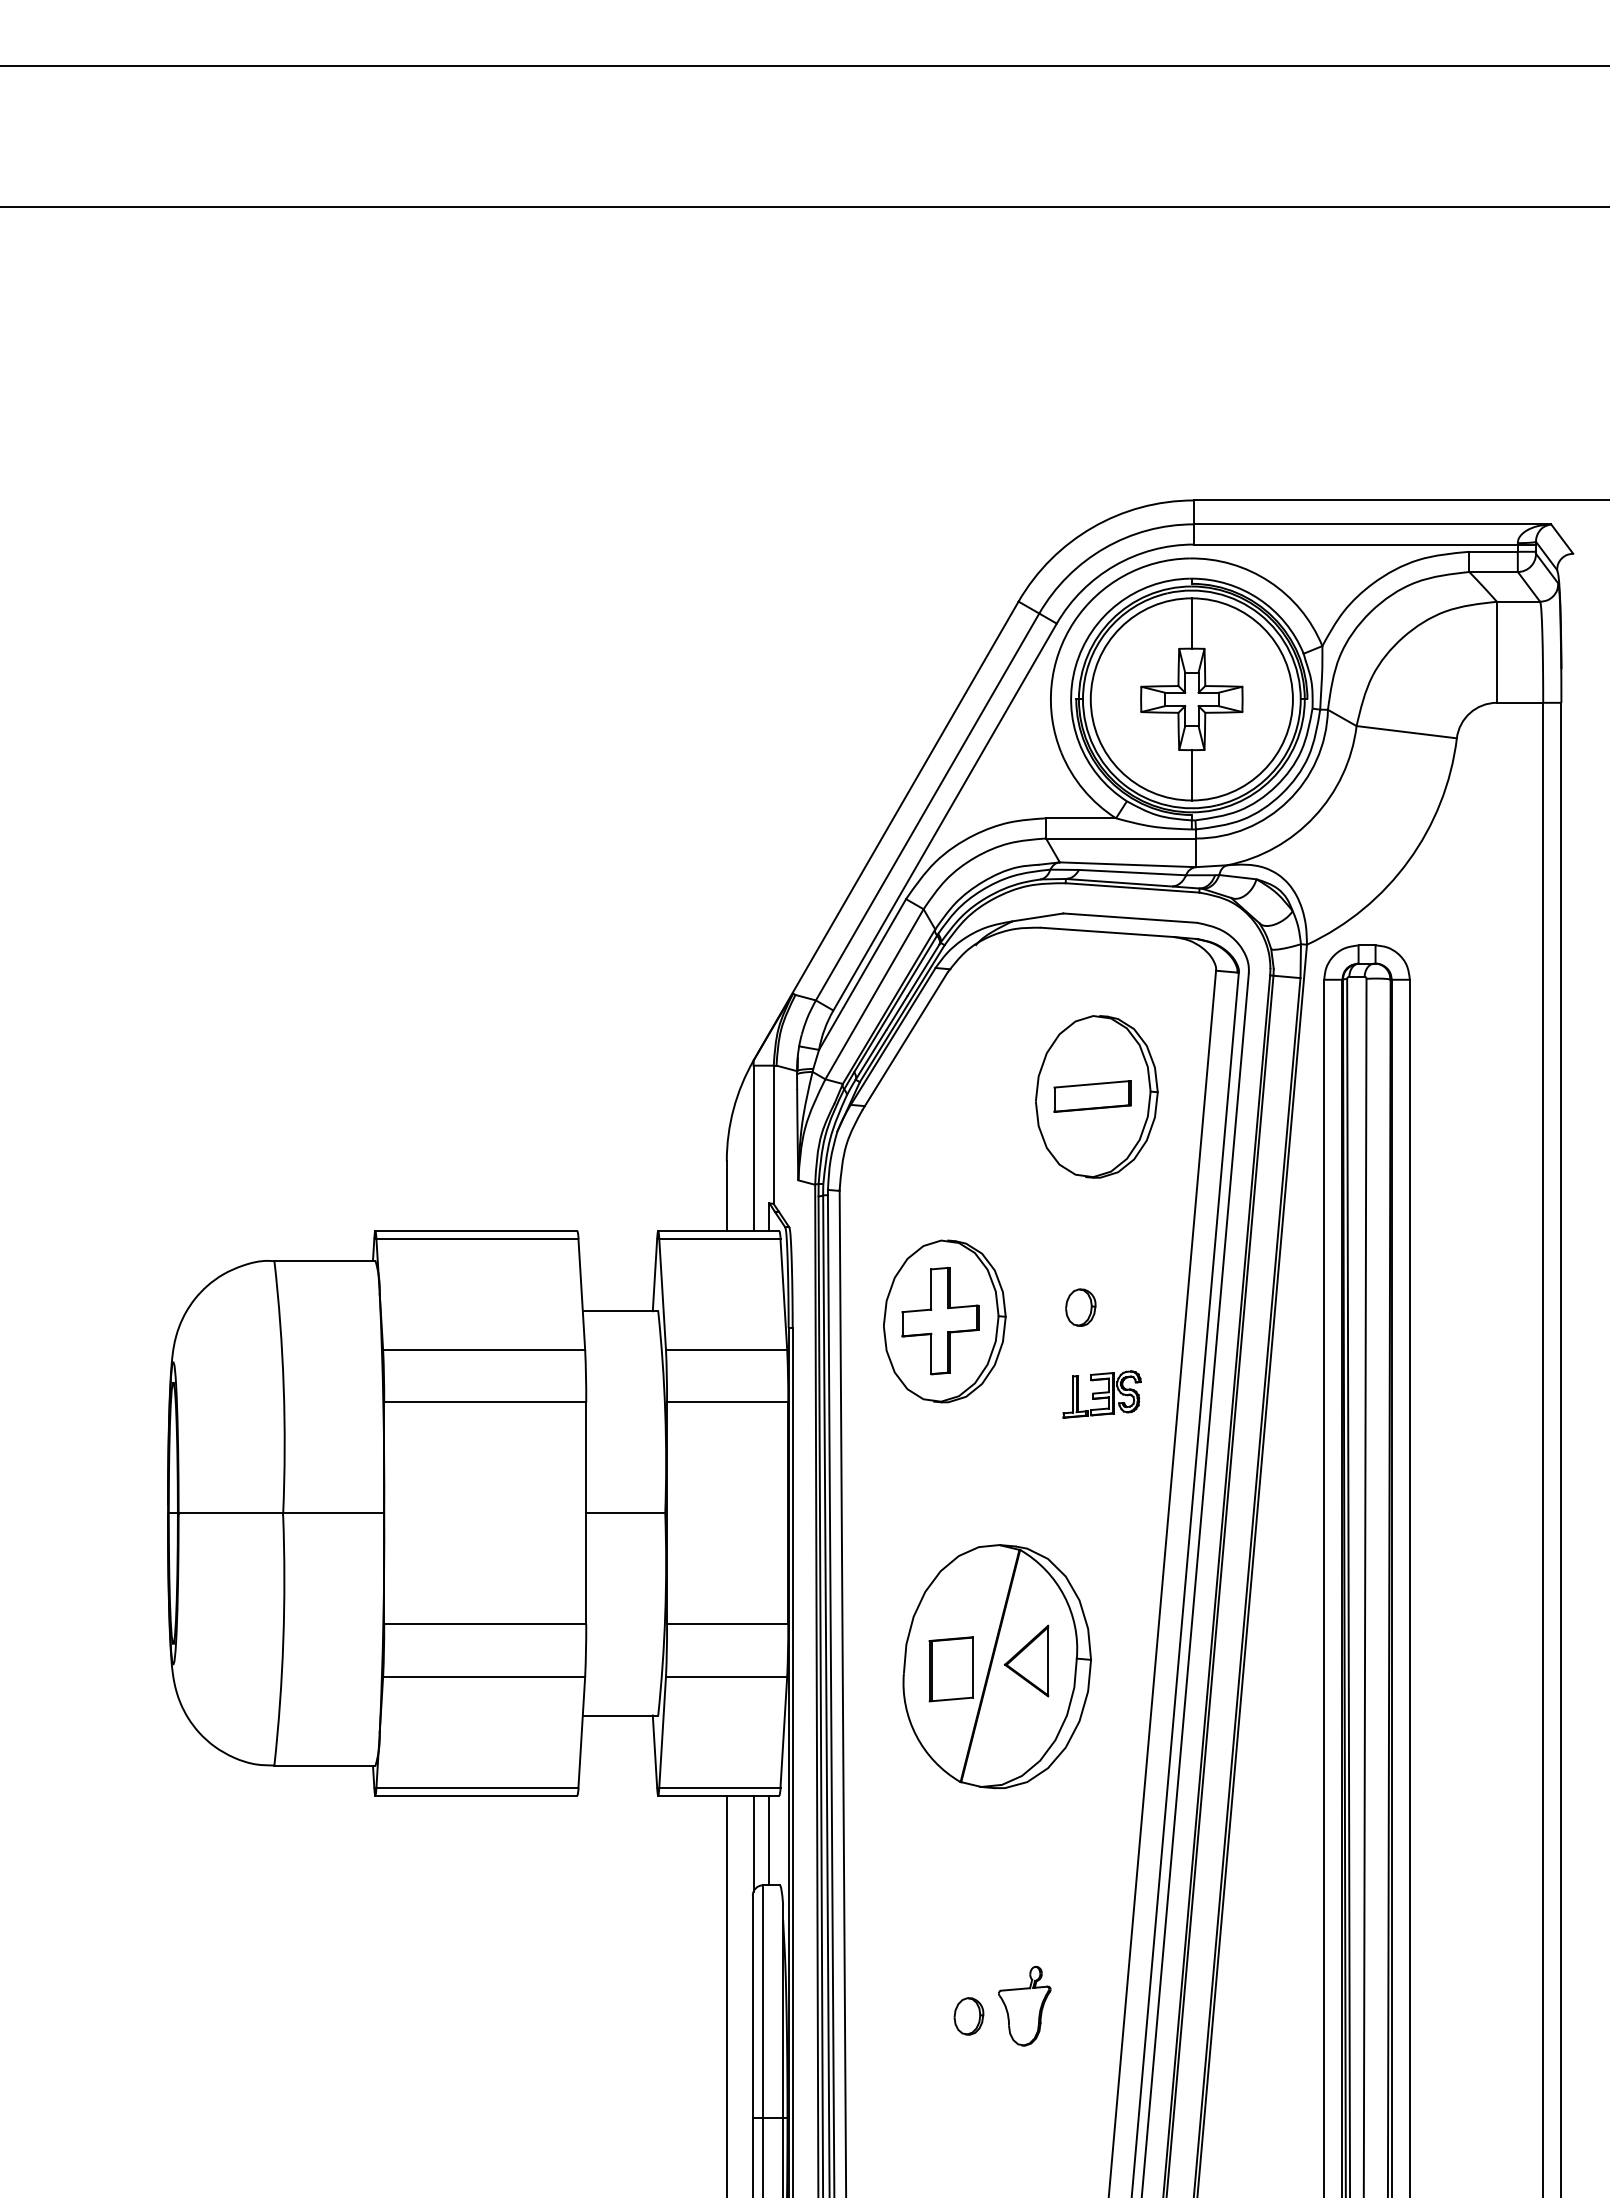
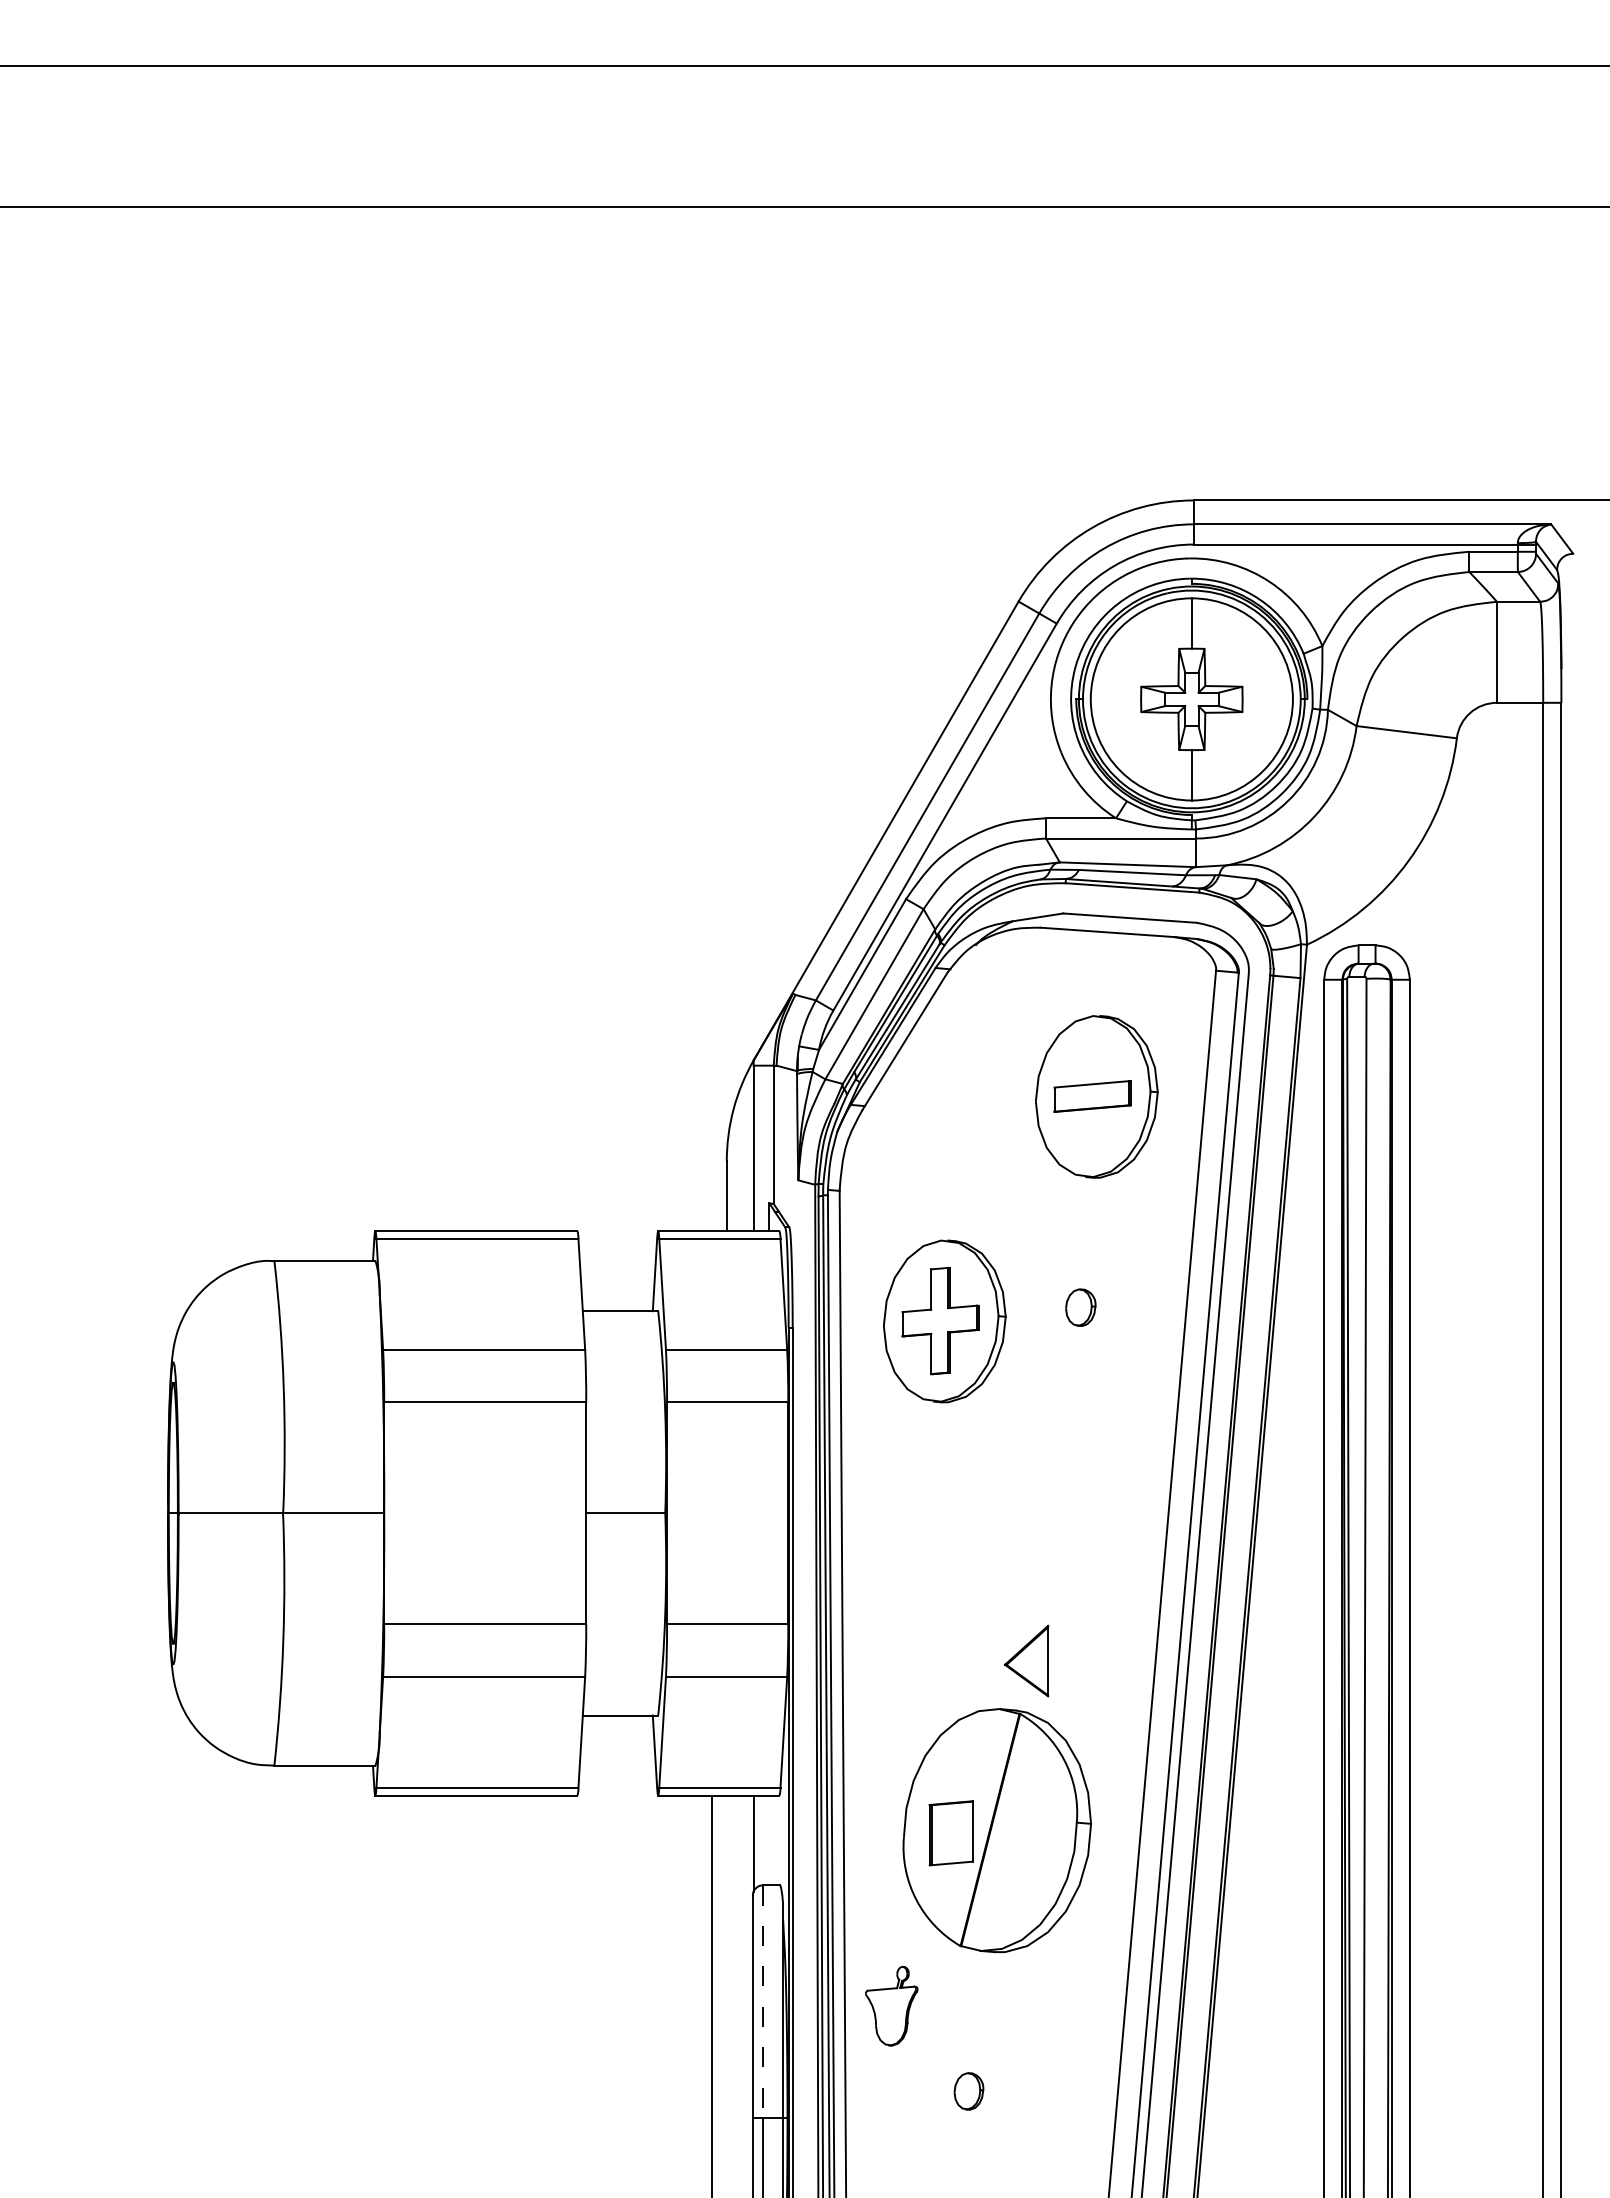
part at (1101, 1394): present -> none
part at (996, 1666) position: (996, 1666) -> (996, 1830)
line at (769, 1840): present -> none
line at (726, 1994) position: (726, 1994) -> (711, 1994)
line at (762, 2002): solid -> dashed
part at (1024, 2005) position: (1024, 2005) -> (891, 2005)
part at (968, 2016) position: (968, 2016) -> (968, 2091)
